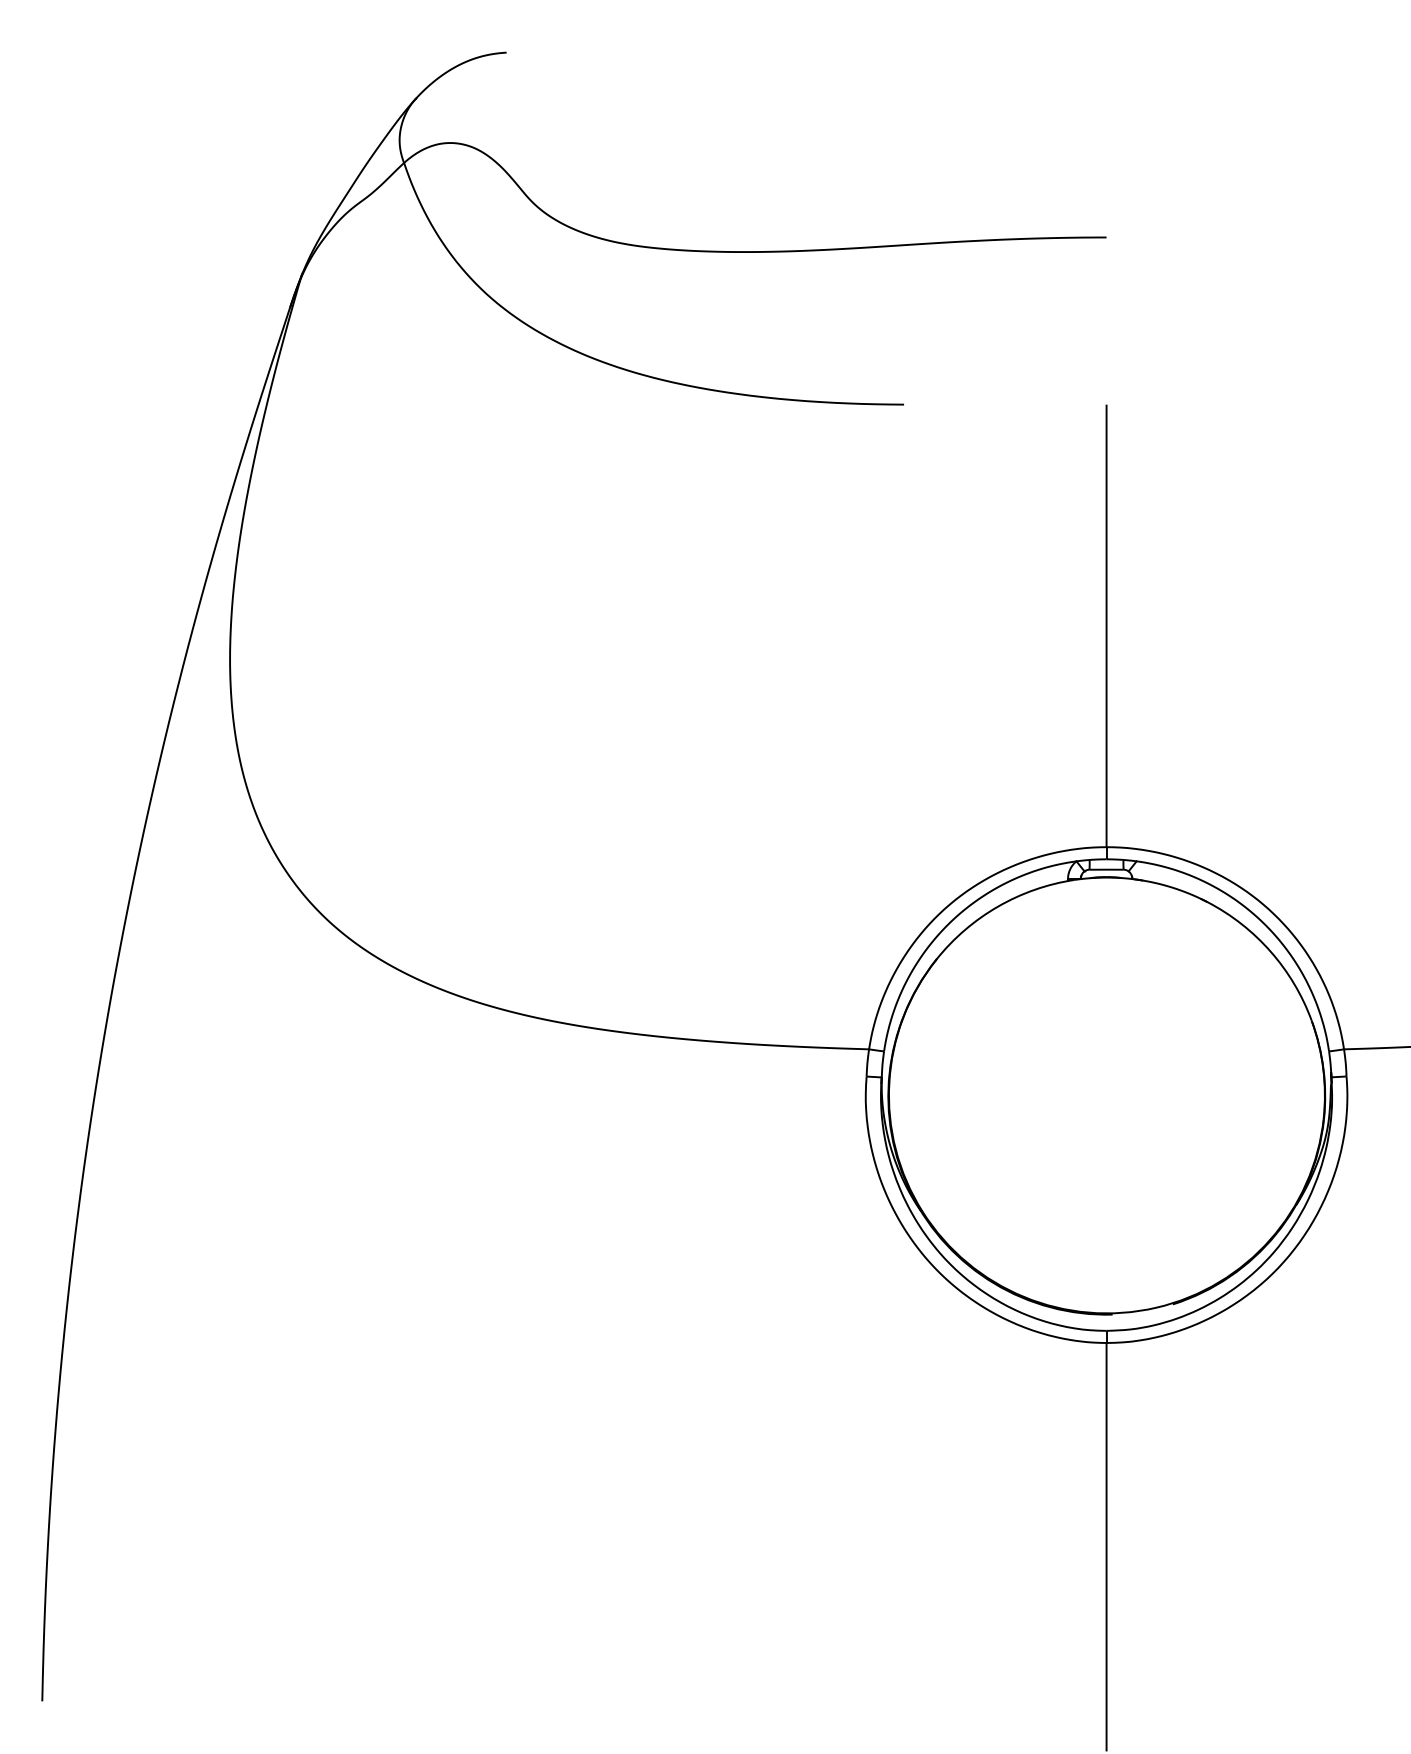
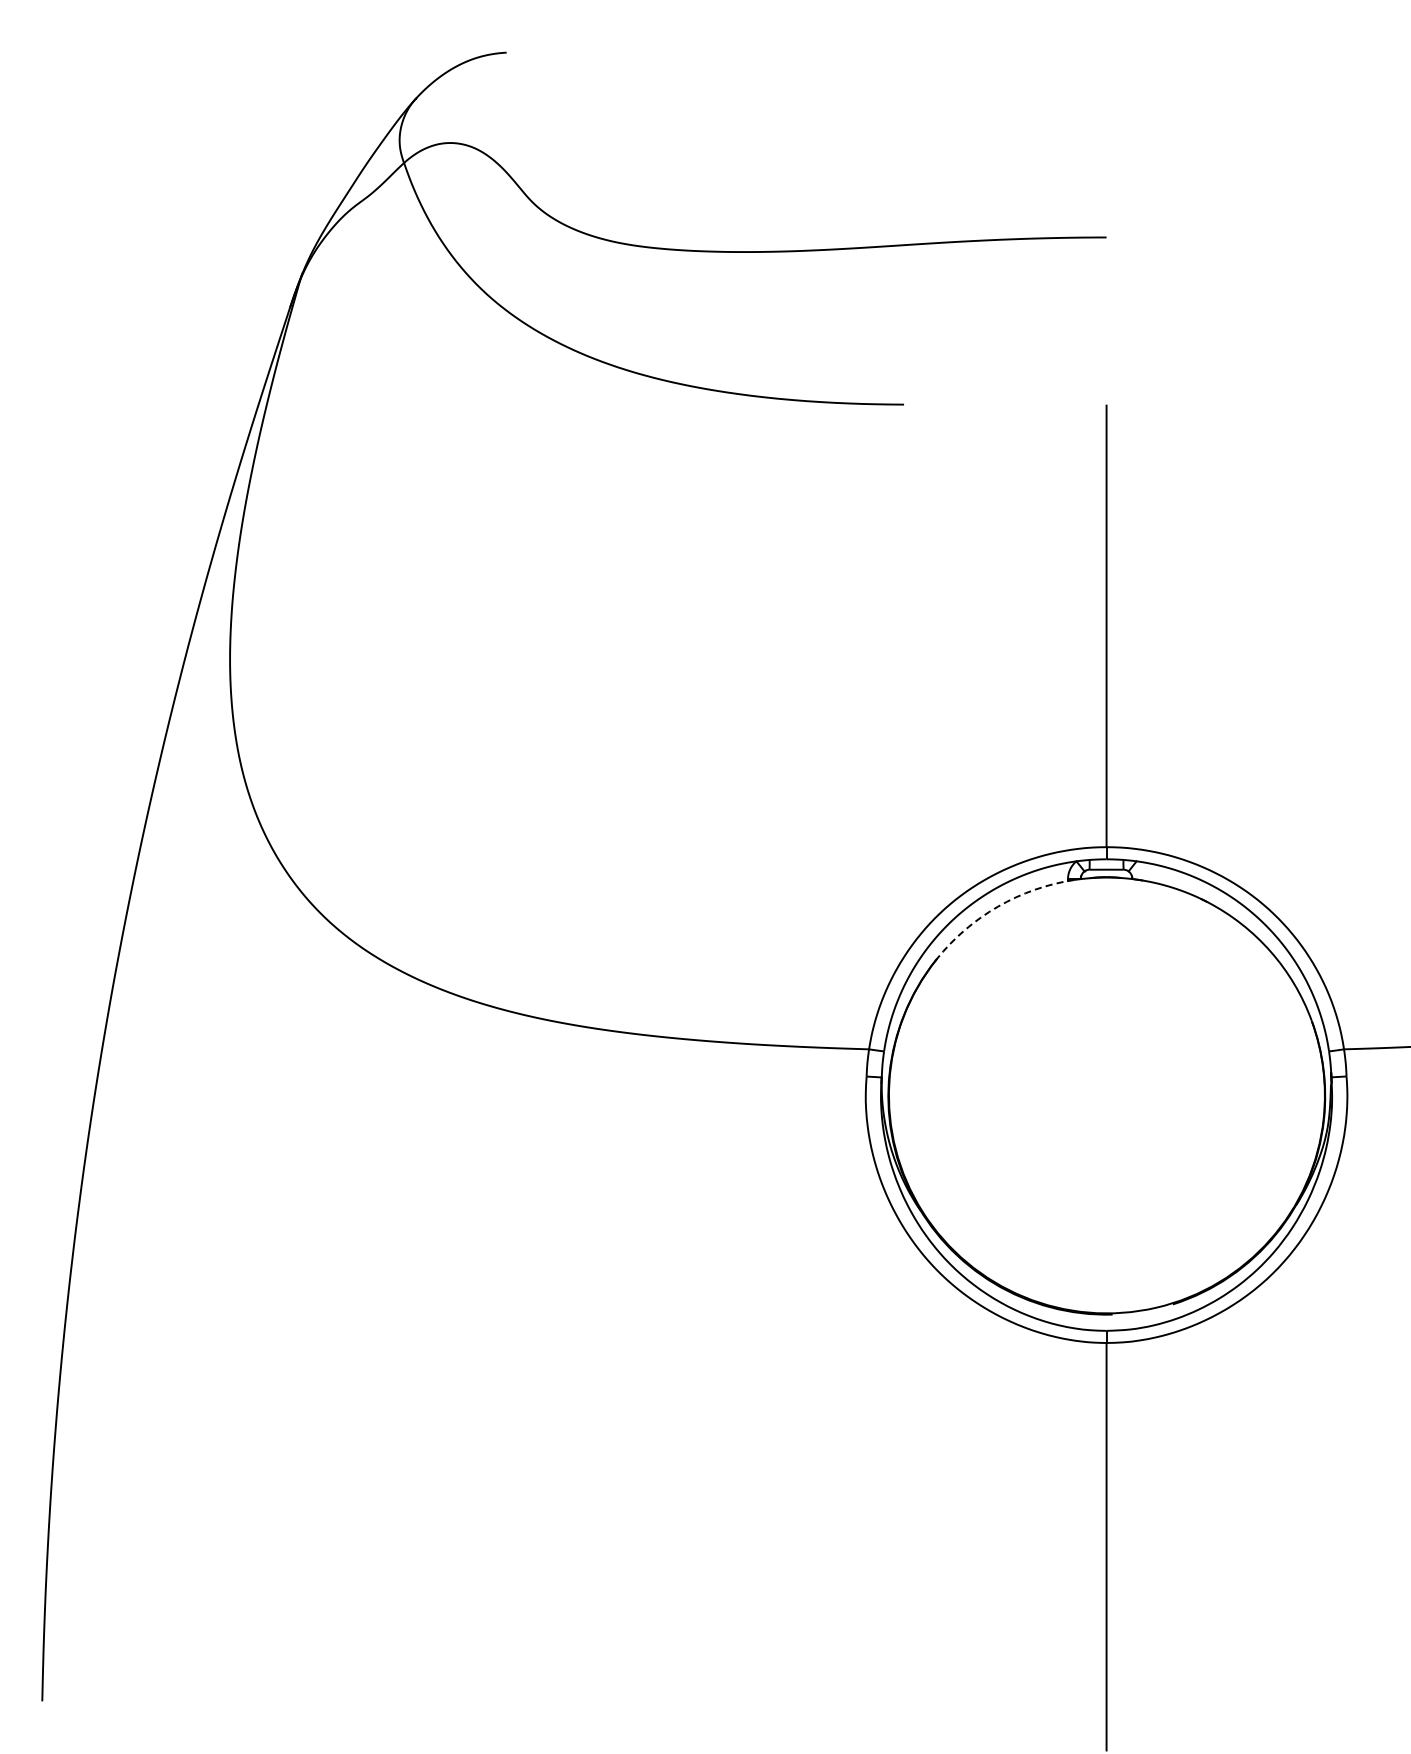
arc at (998, 906): solid -> dashed
